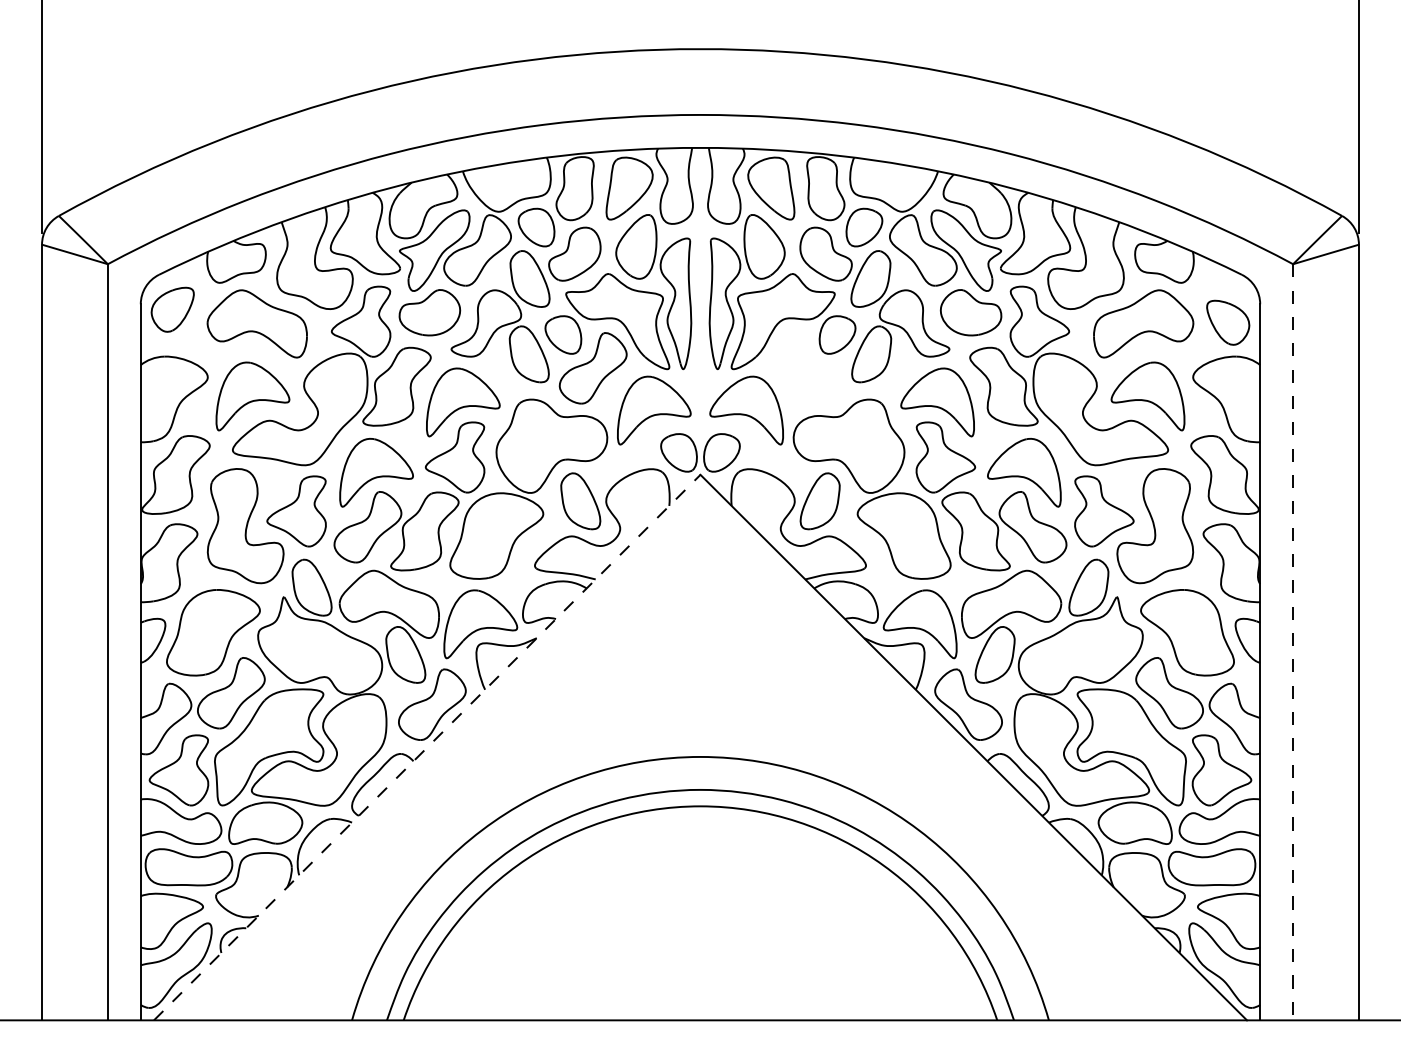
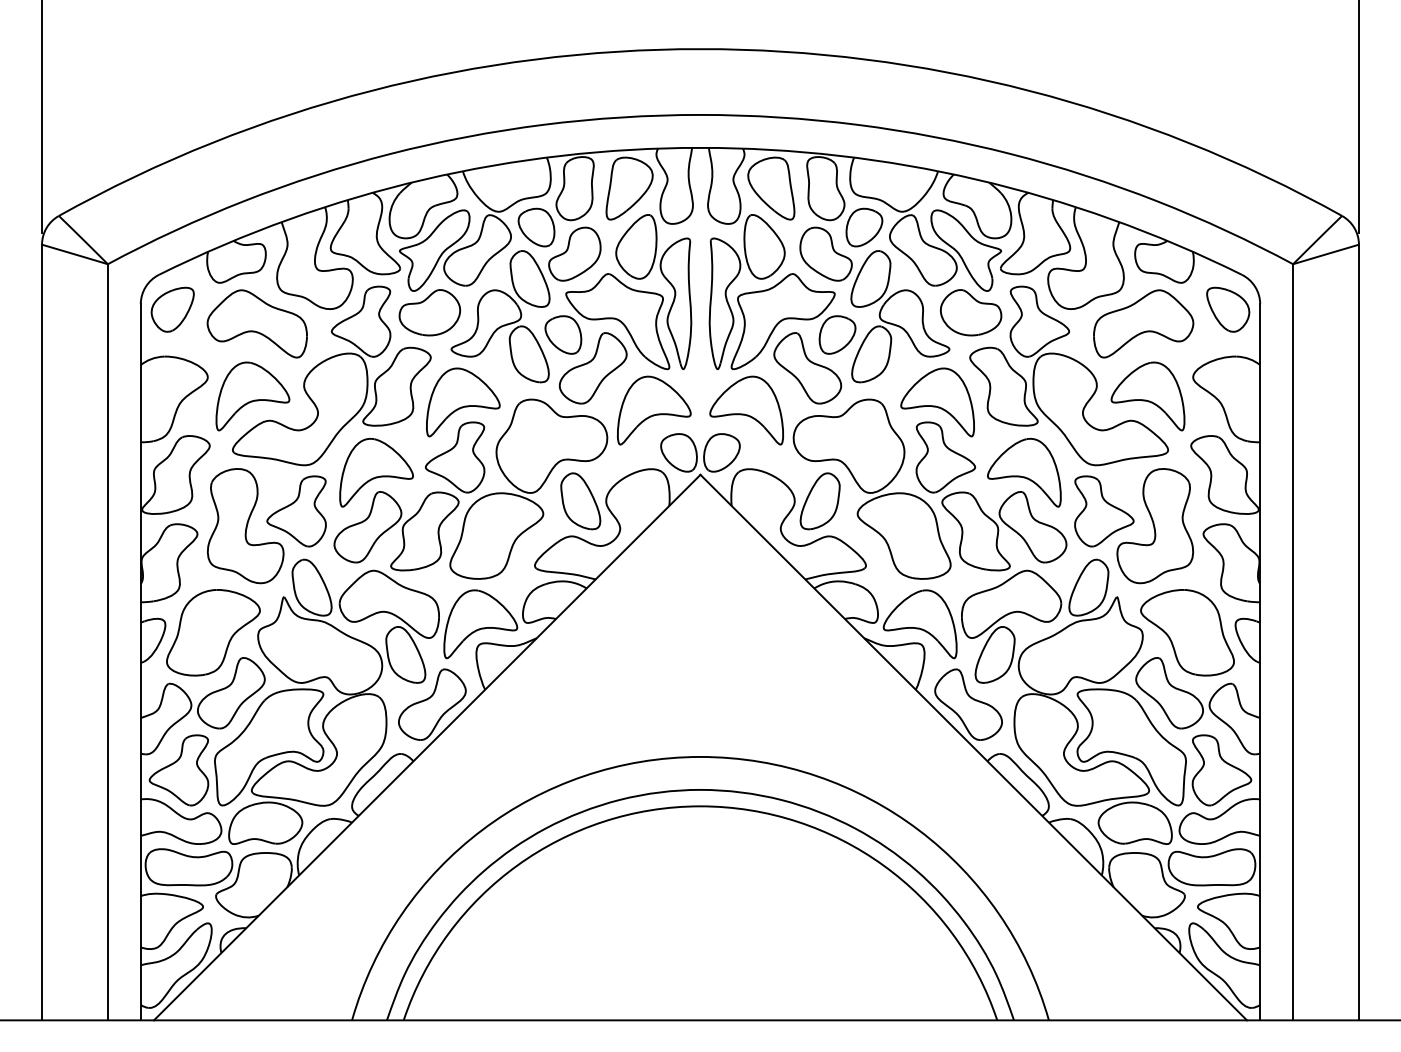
part at (1228, 322) position: (1228, 322) -> (1228, 309)
part at (807, 368): none -> present
line at (1293, 642): dashed -> solid
line at (427, 747): dashed -> solid
